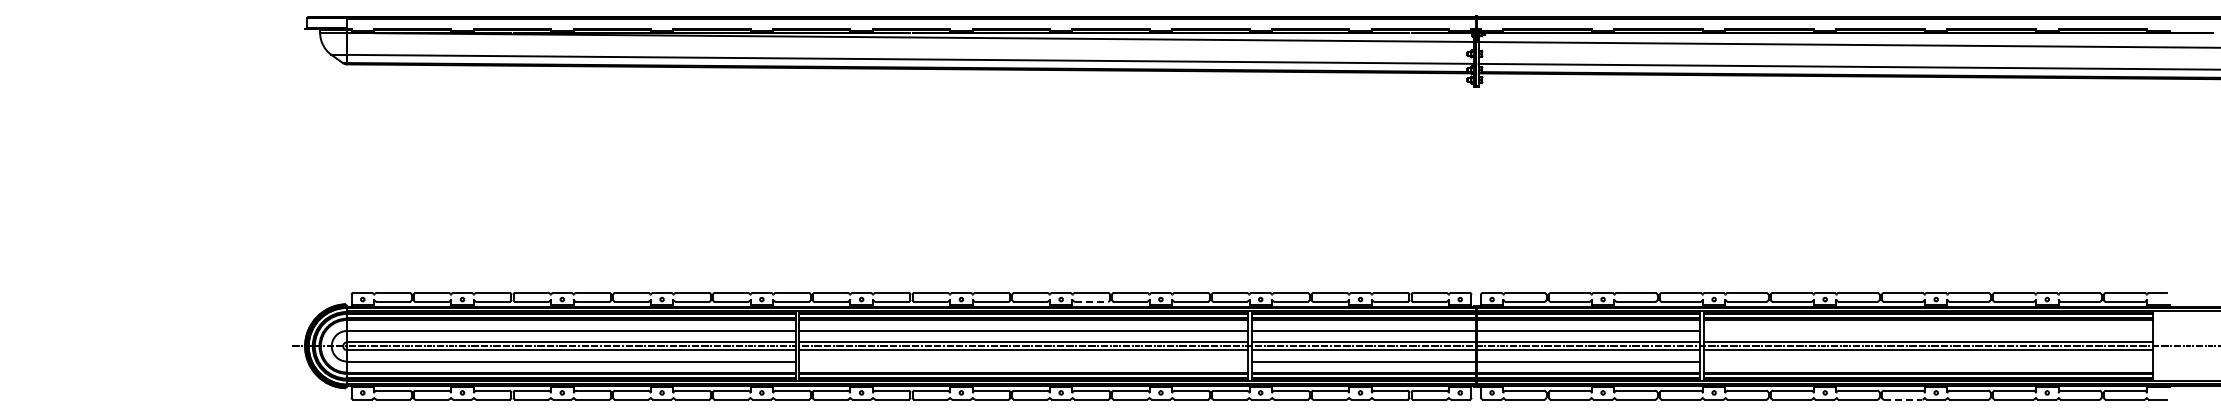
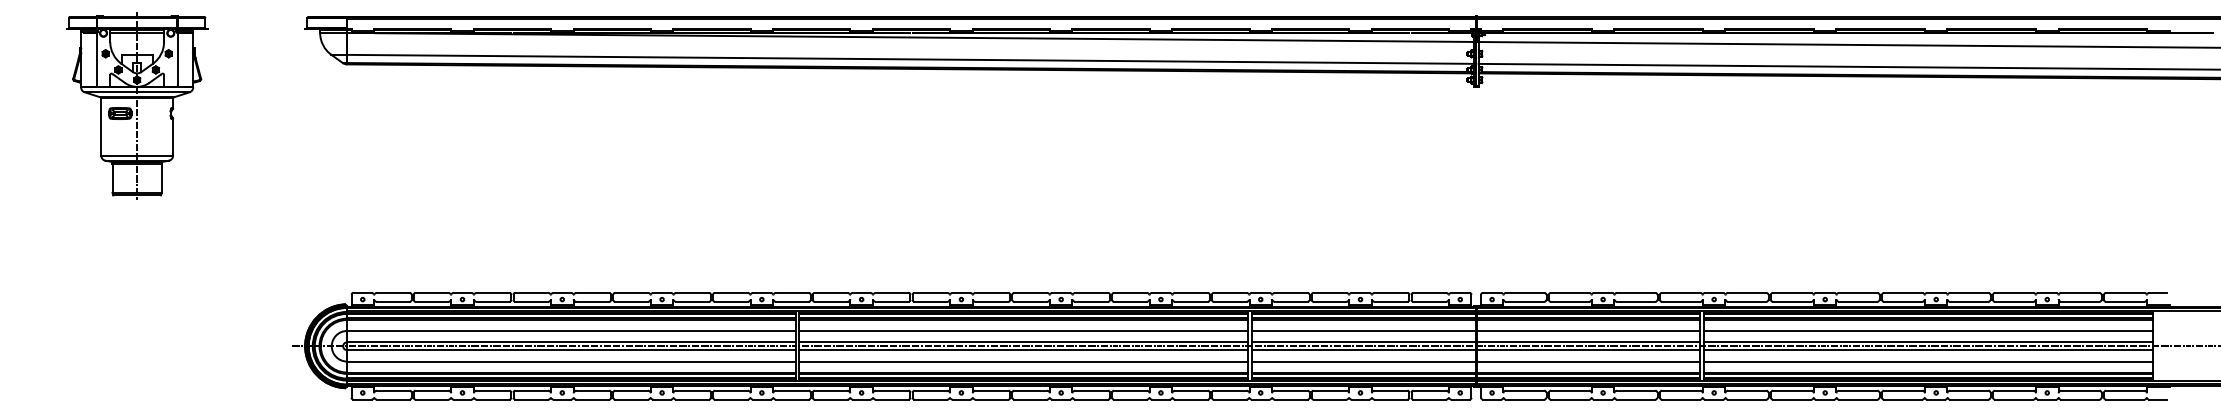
part at (137, 105): none -> present
line at (1092, 301): dashed -> solid
line at (1927, 331): none -> present
line at (1023, 361): none -> present
line at (1927, 361): none -> present
line at (1903, 399): dashed -> solid
